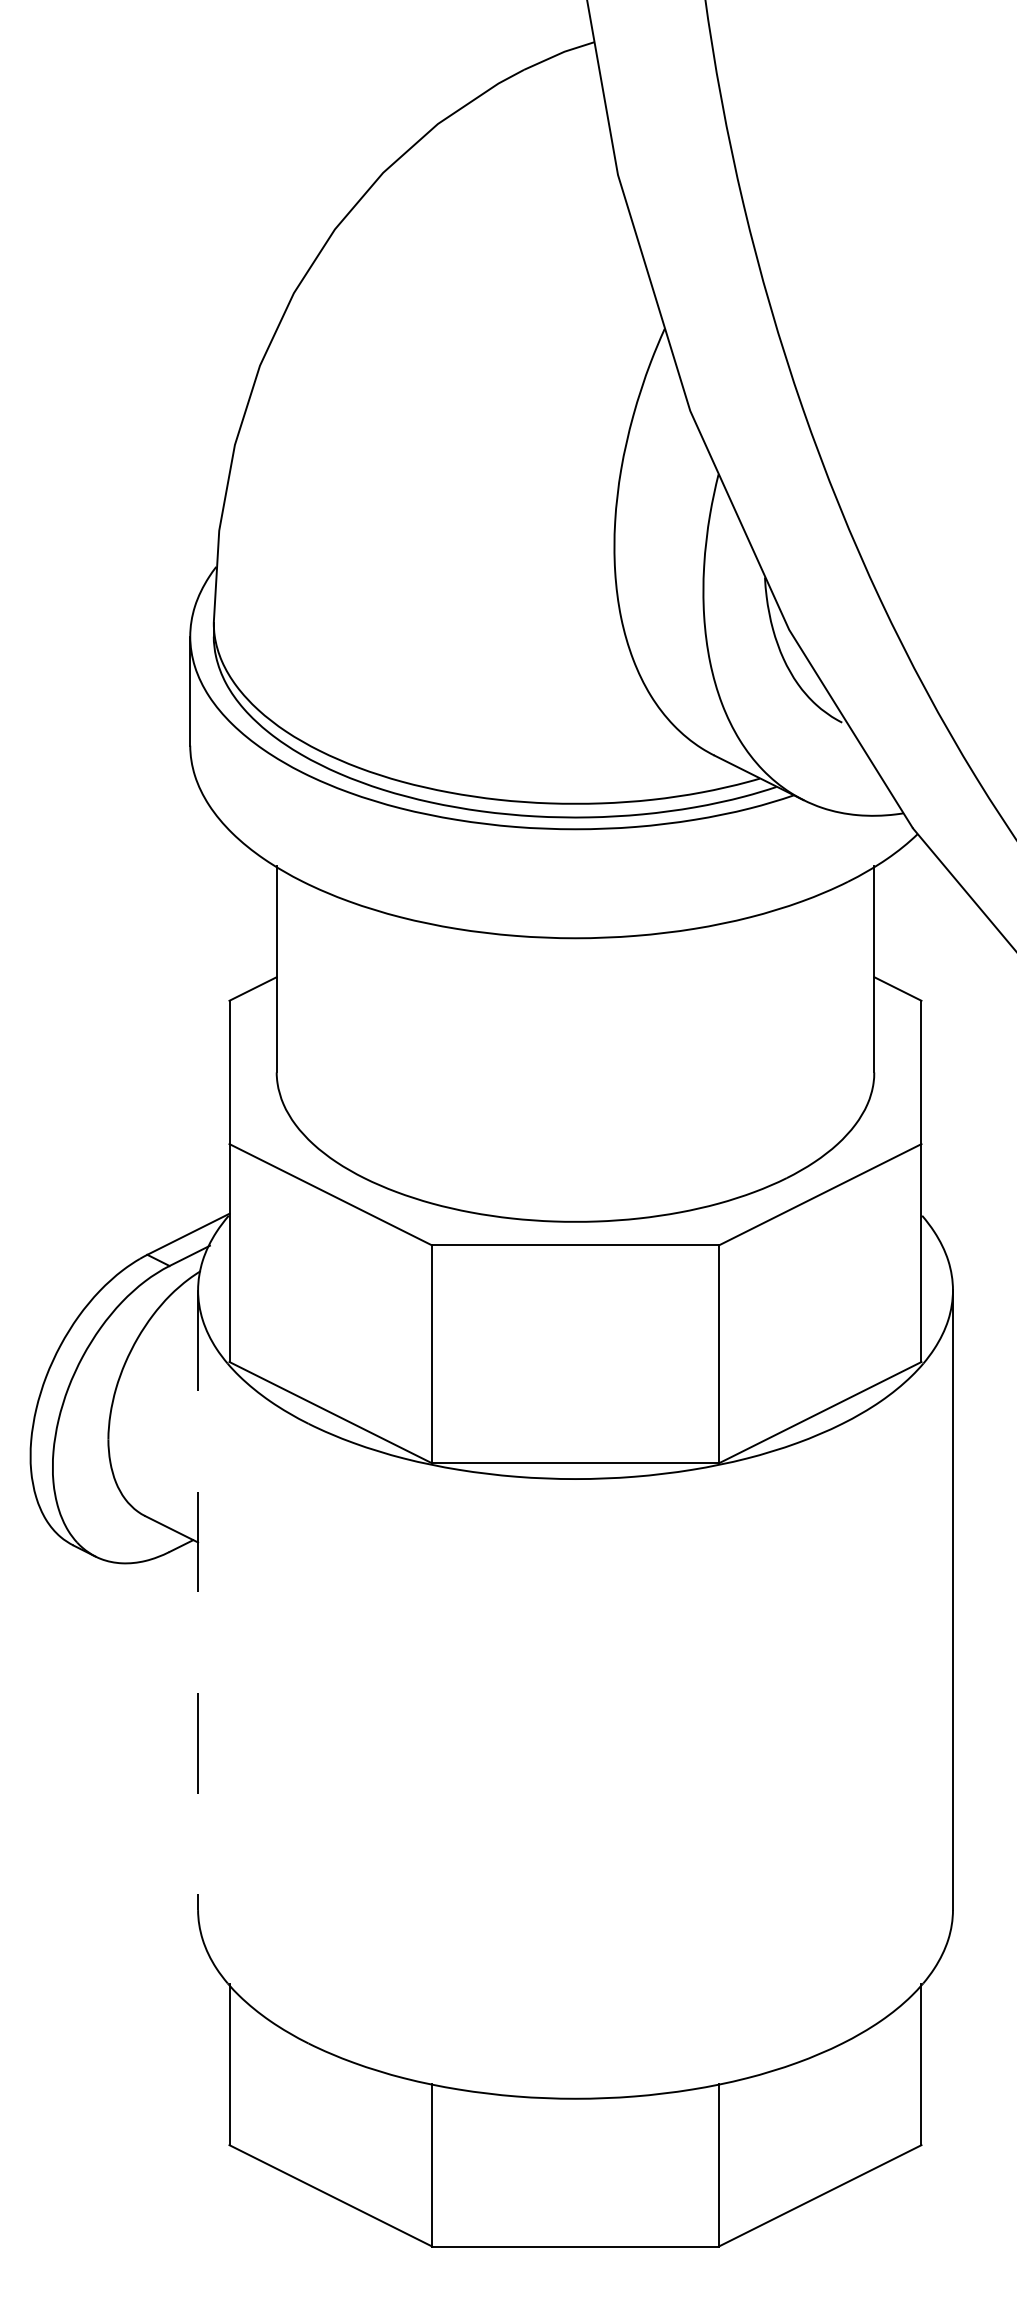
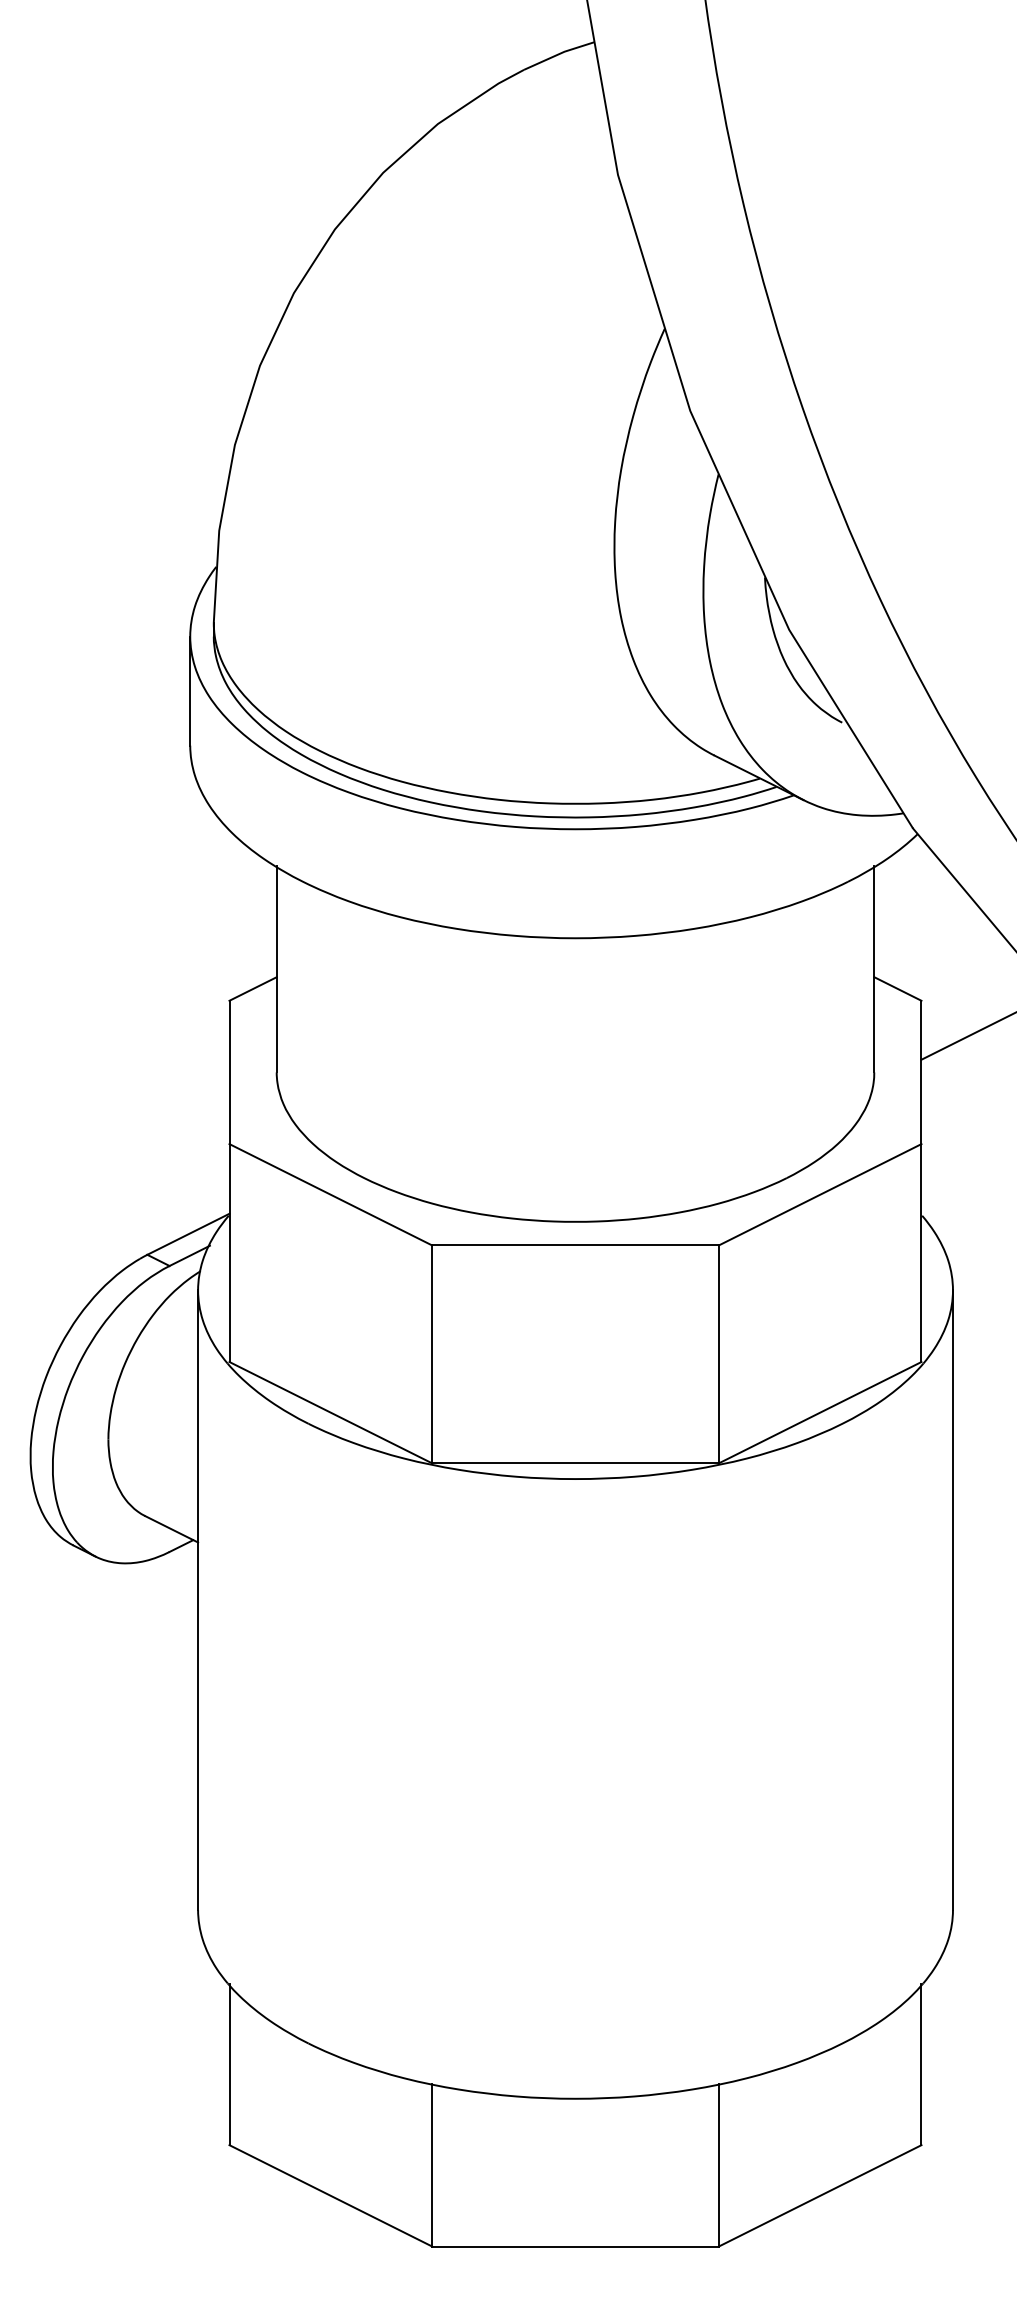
line at (967, 1036): none -> present
line at (198, 1600): dashed -> solid
